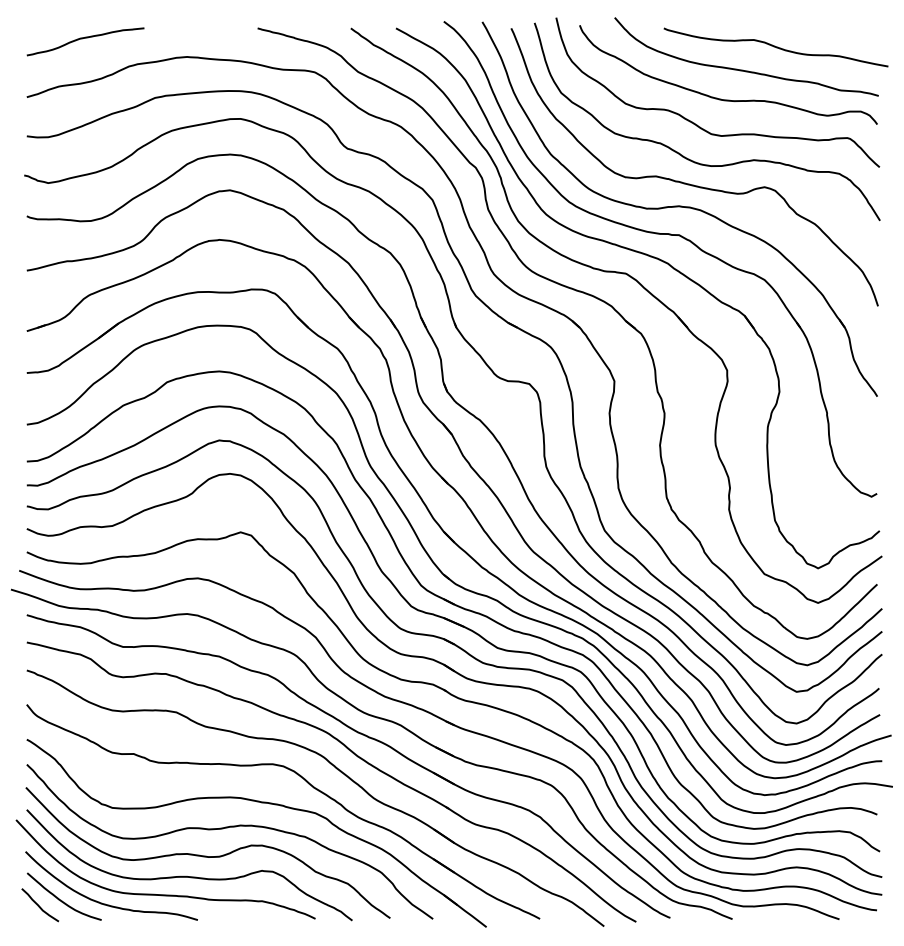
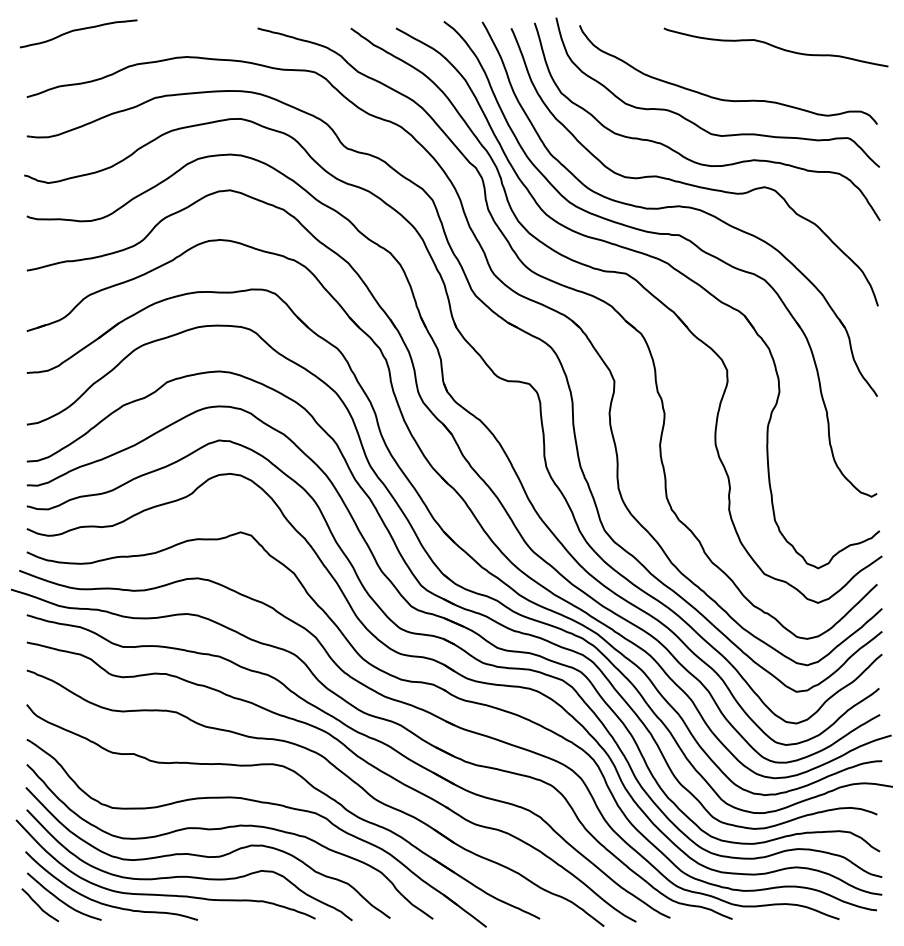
curve at (85, 38) position: (85, 38) -> (78, 30)
curve at (743, 69): present -> none
